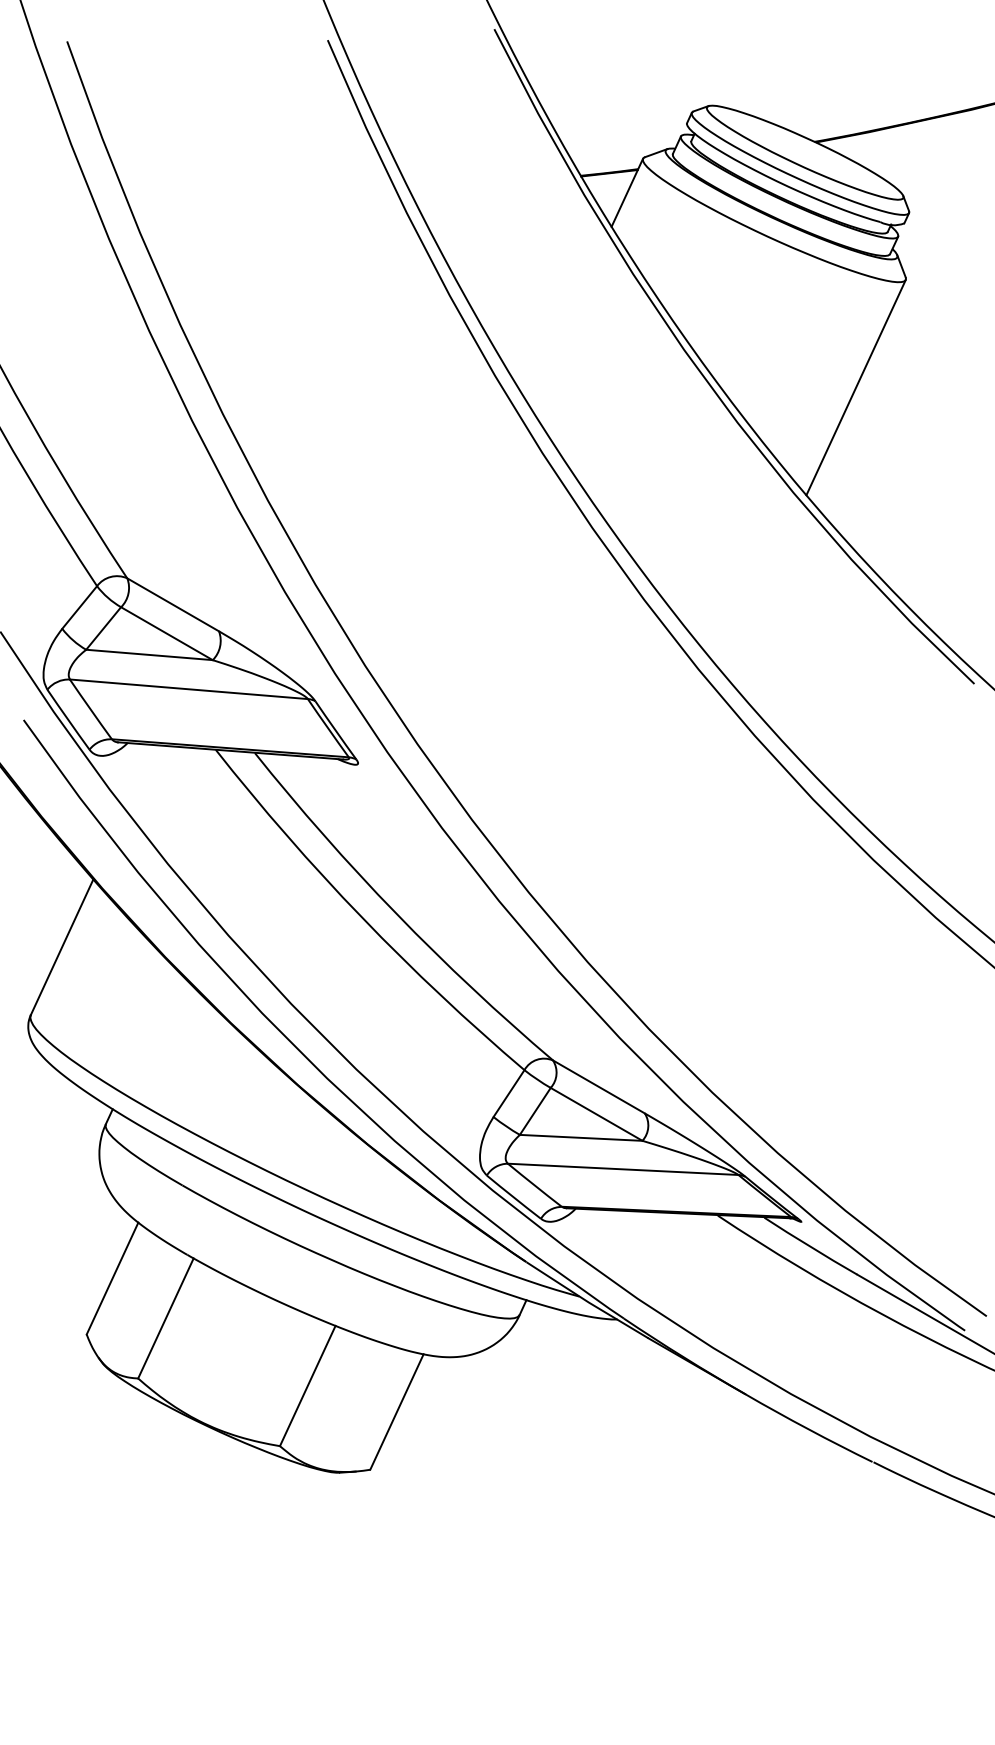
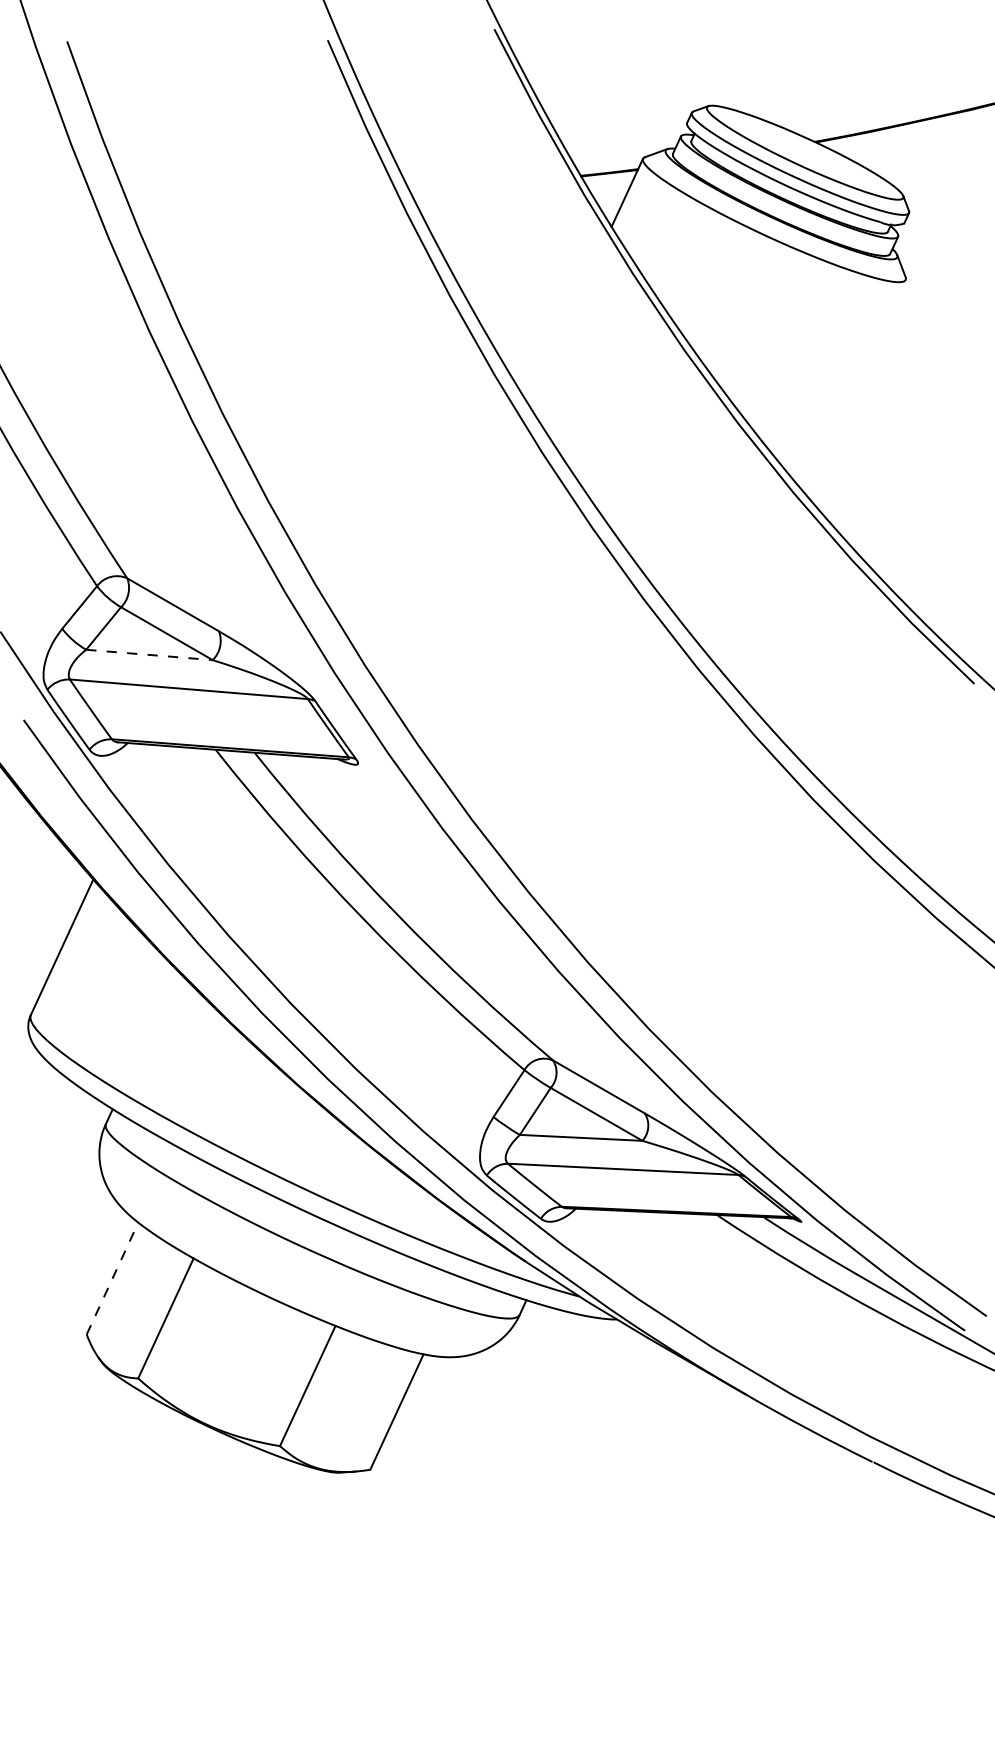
line at (855, 387): present -> none
line at (149, 654): solid -> dashed
line at (112, 1278): solid -> dashed
